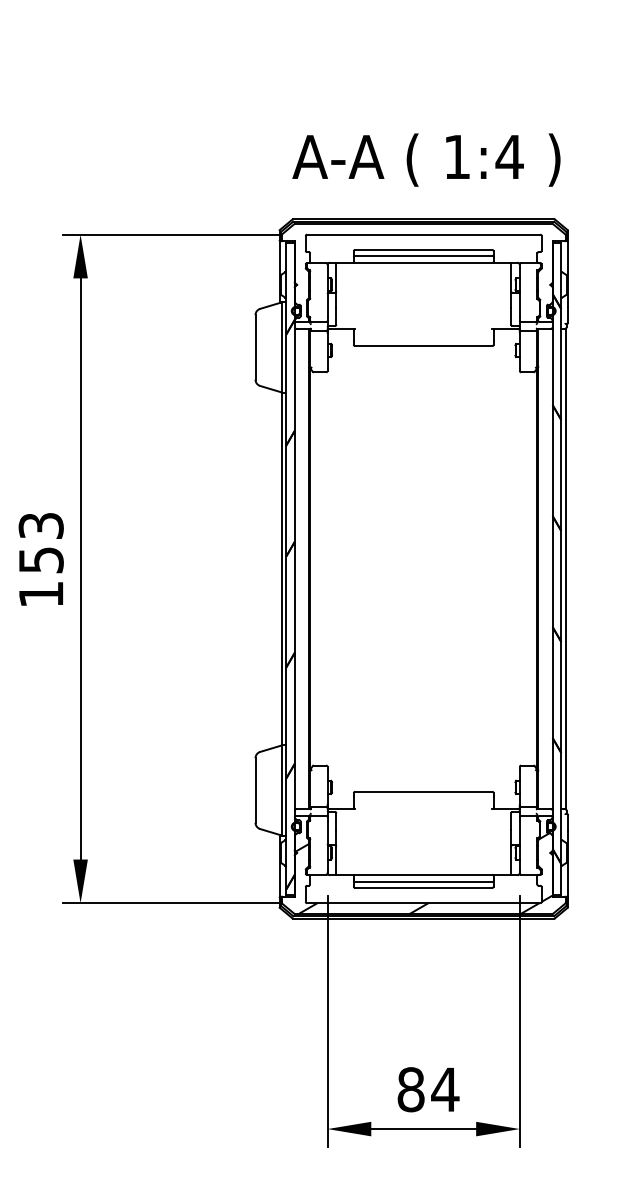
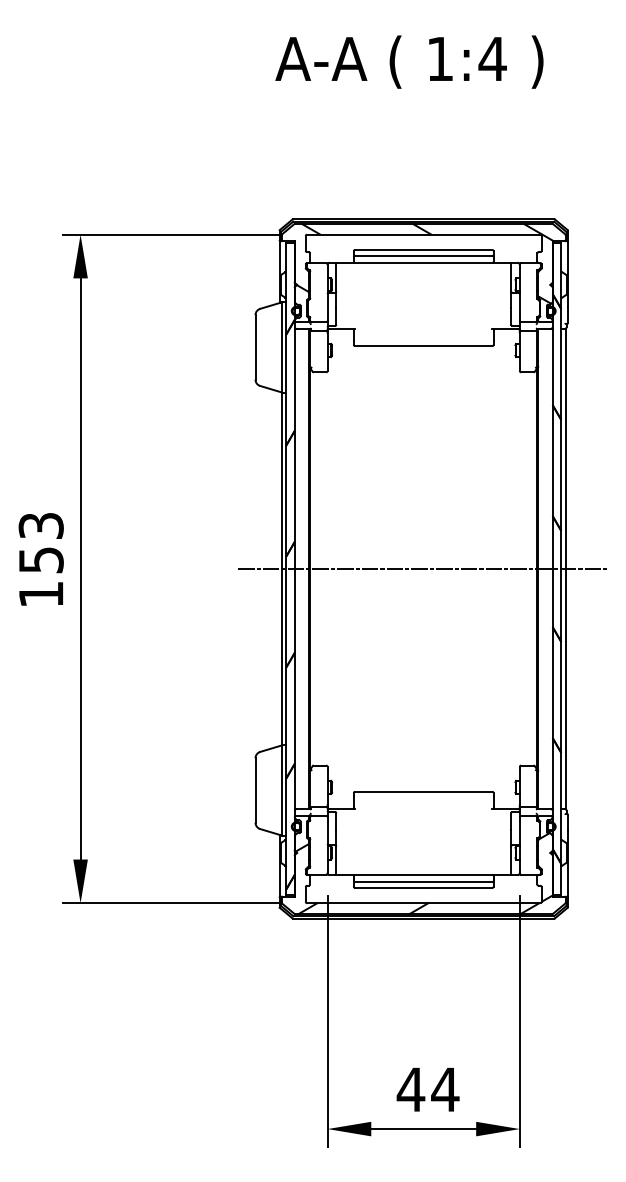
text at (426, 159) position: (426, 159) -> (409, 61)
hatch at (424, 263): none -> present
line at (423, 568): none -> present
text at (410, 1089): 84 -> 44
